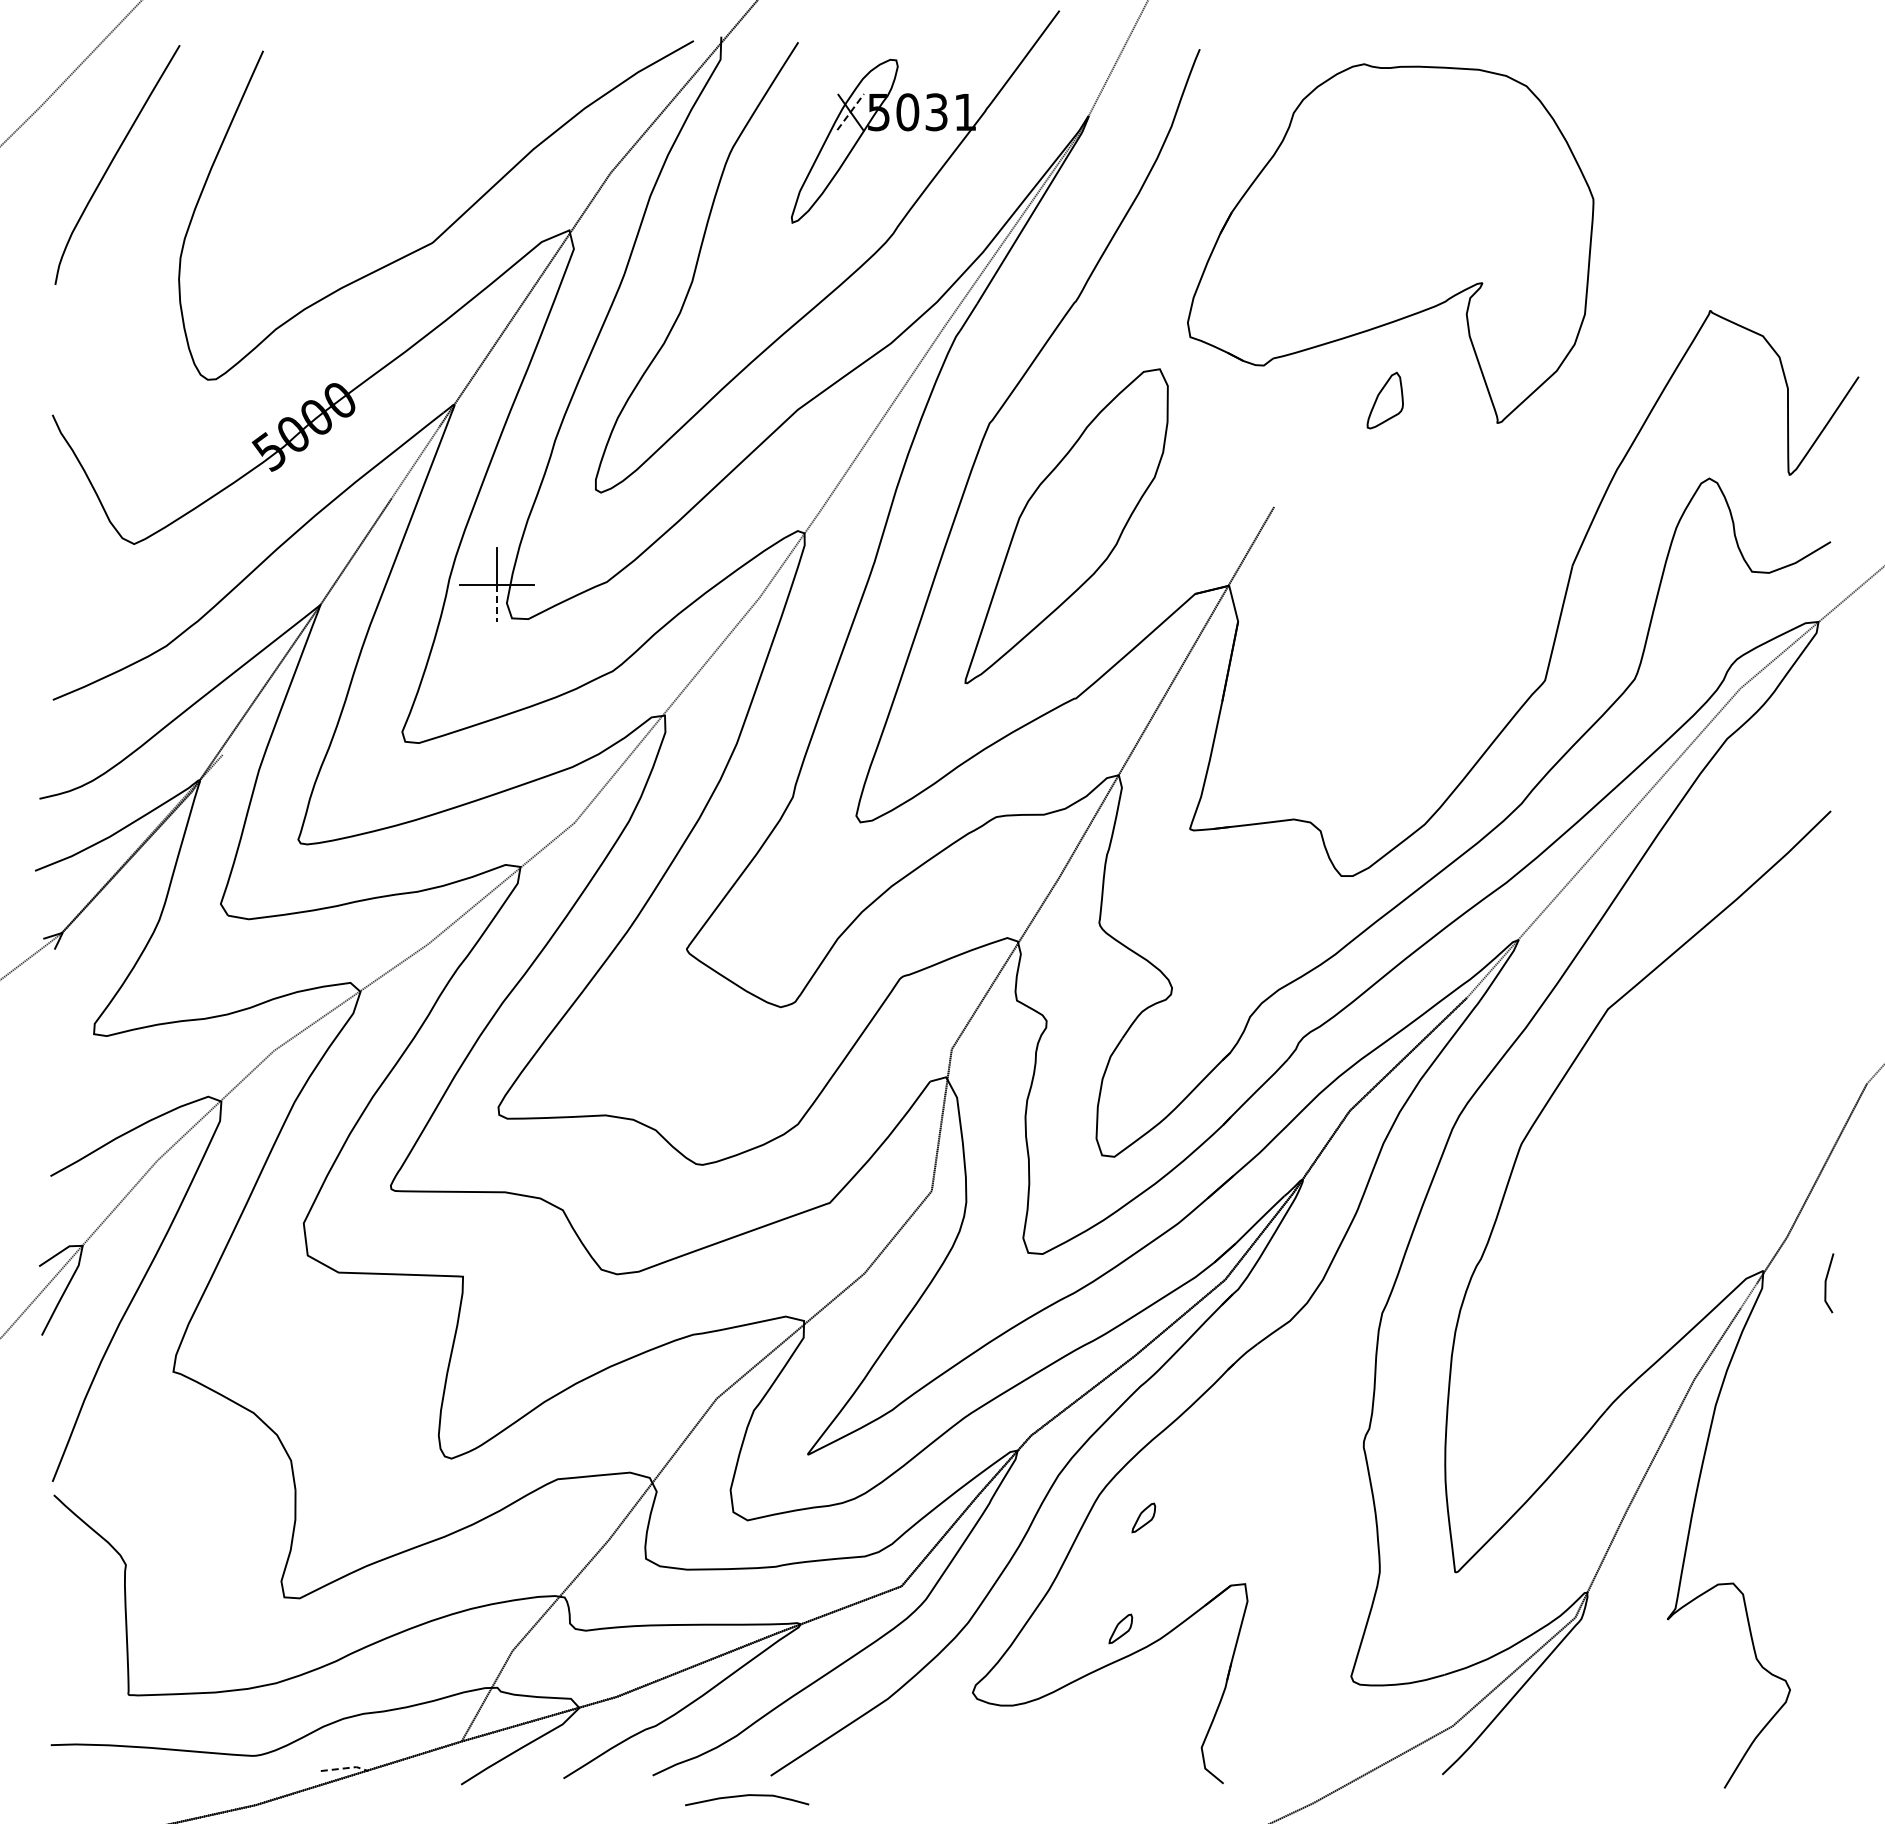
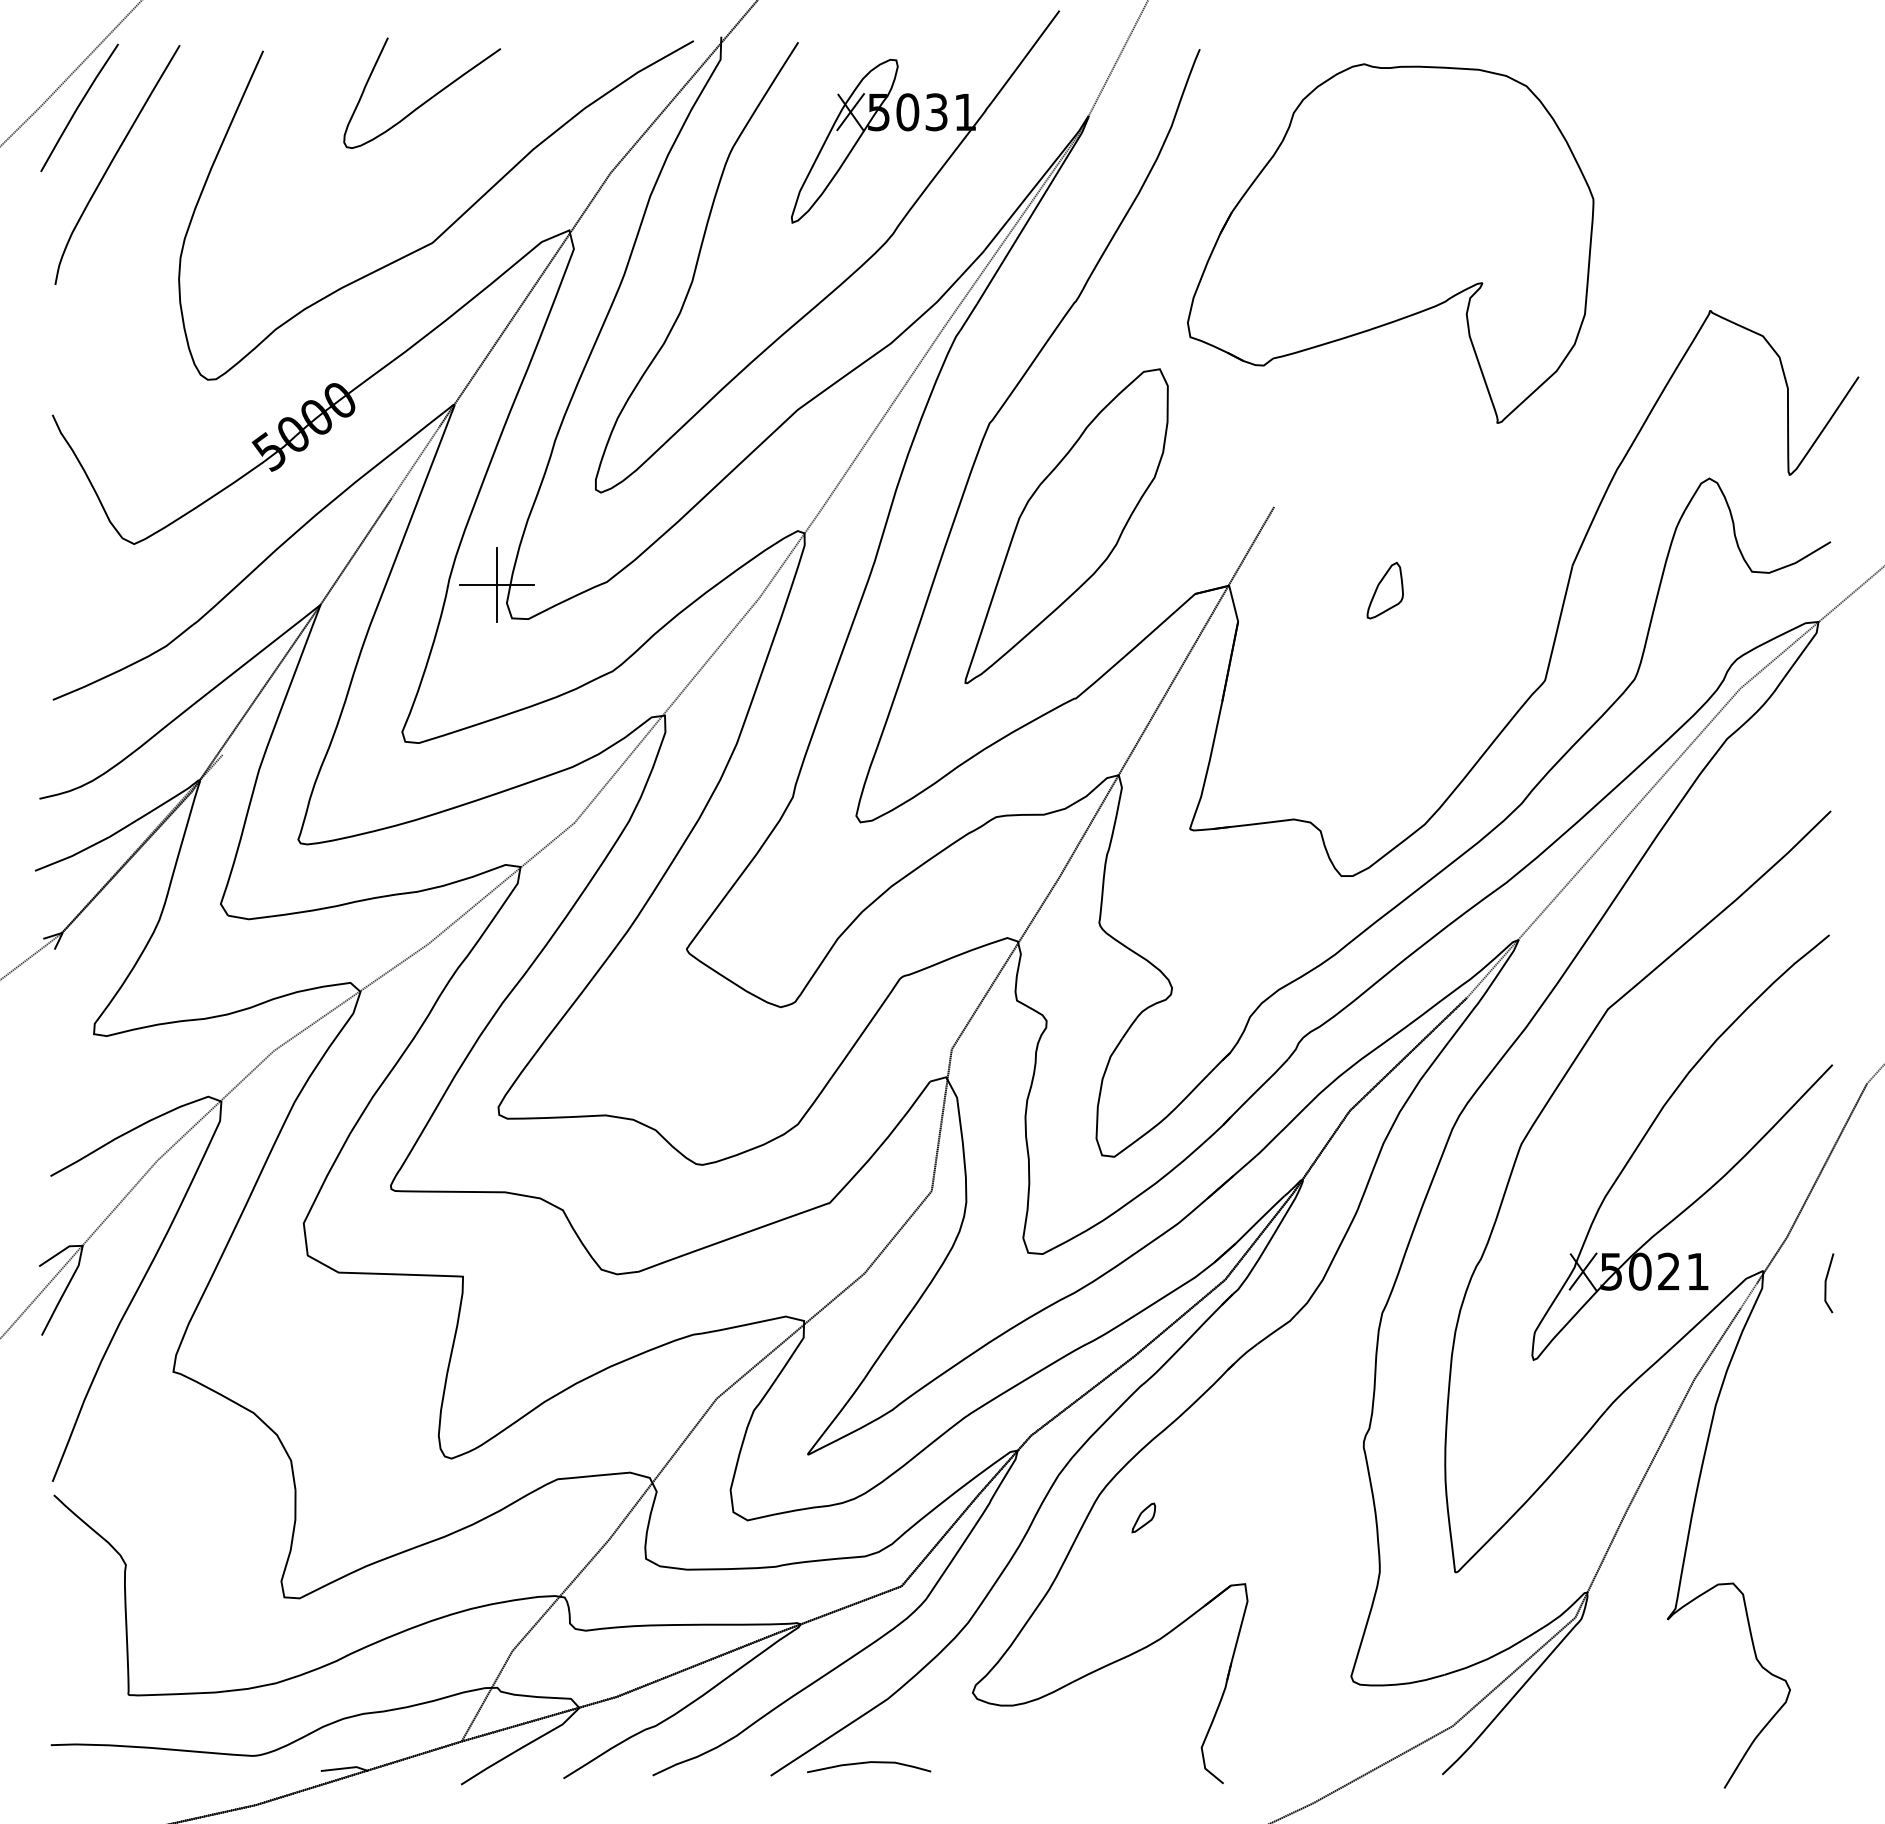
curve at (427, 99): none -> present
line at (79, 106): none -> present
line at (850, 111): dashed -> solid
part at (1384, 400) position: (1384, 400) -> (1384, 590)
line at (496, 603): dashed -> solid
part at (1651, 1127): none -> present
part at (1120, 1628): present -> none
line at (345, 1768): dashed -> solid
curve at (747, 1796) position: (747, 1796) -> (869, 1763)
